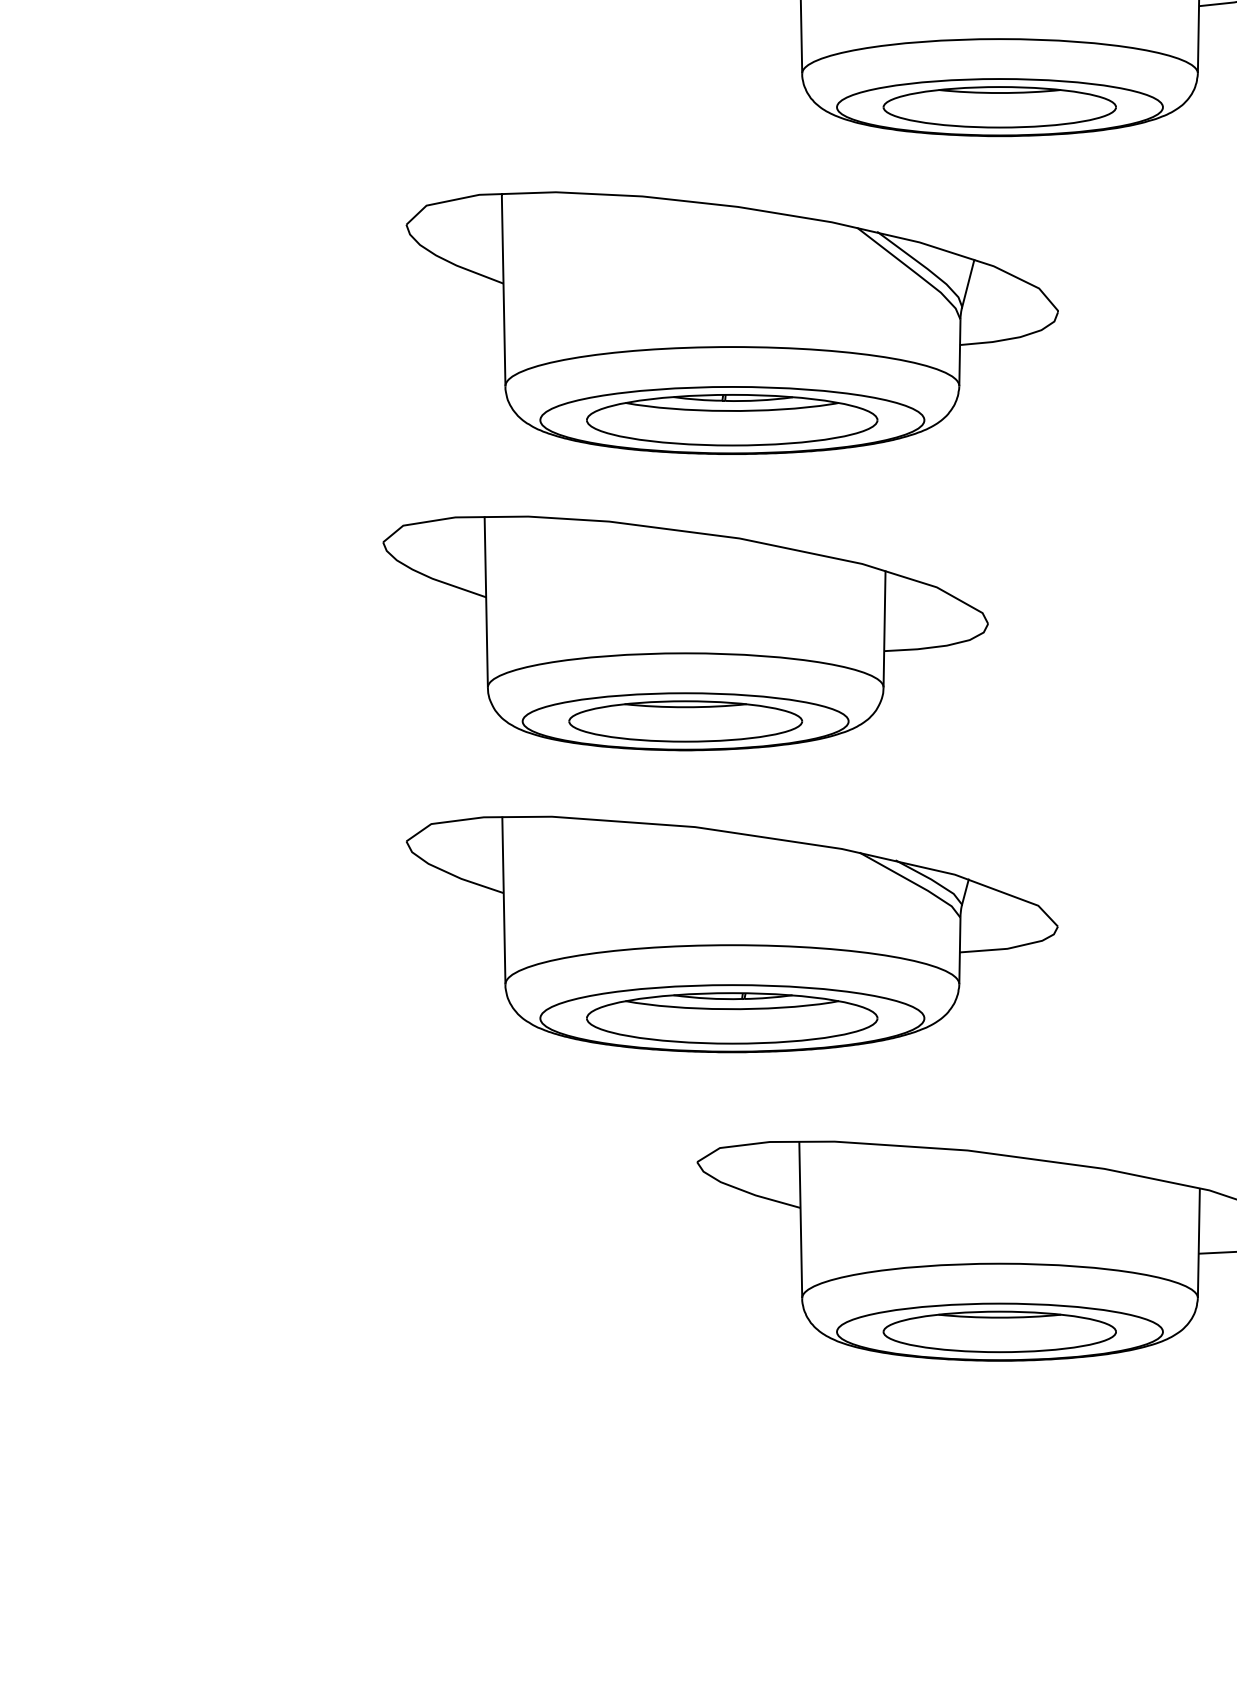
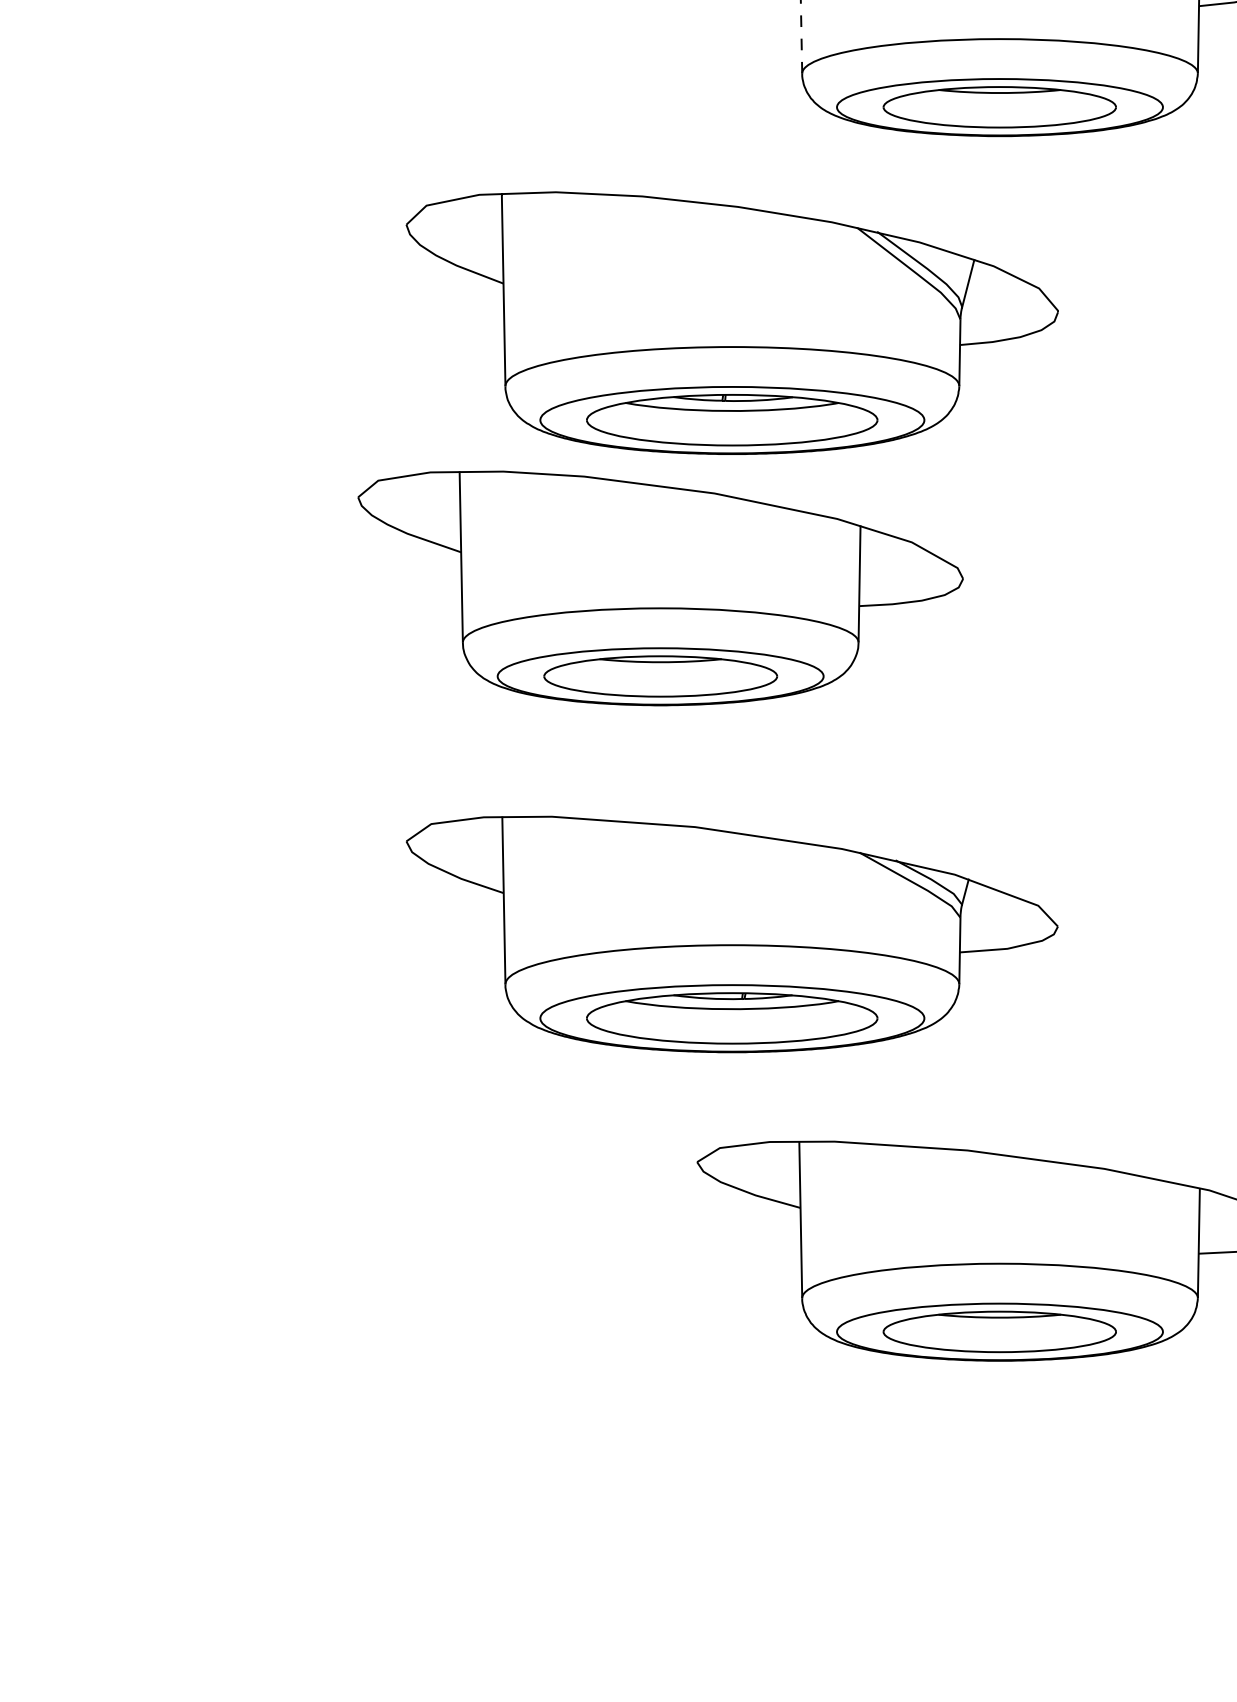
line at (801, 36): solid -> dashed
part at (685, 633) position: (685, 633) -> (660, 588)
